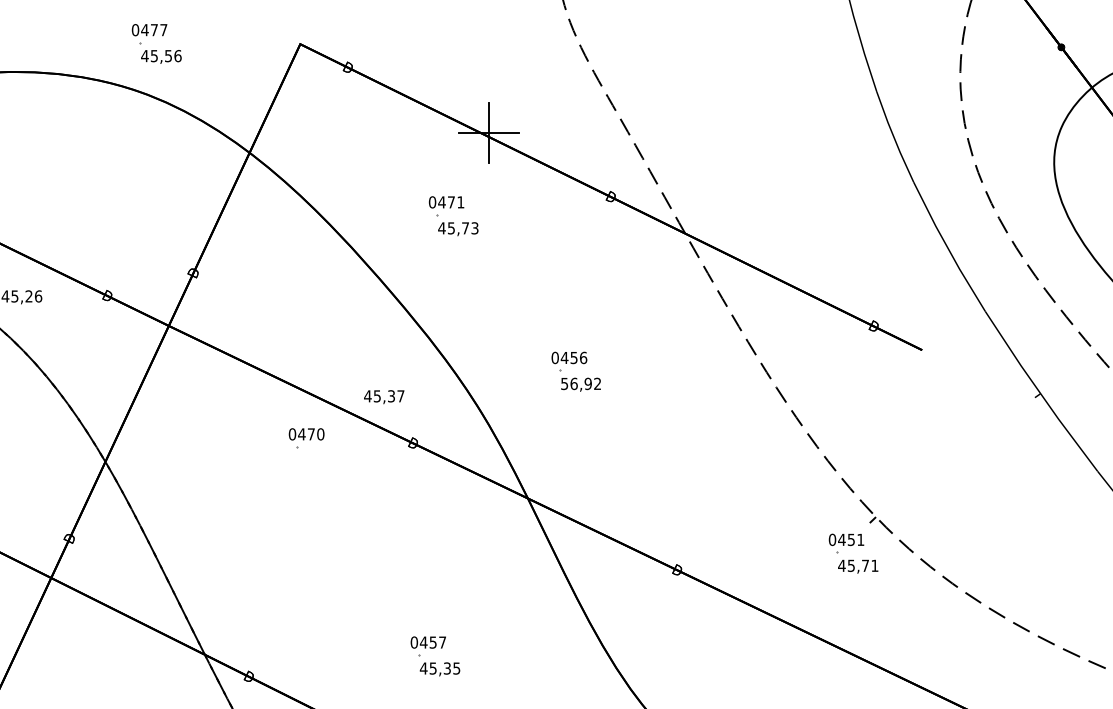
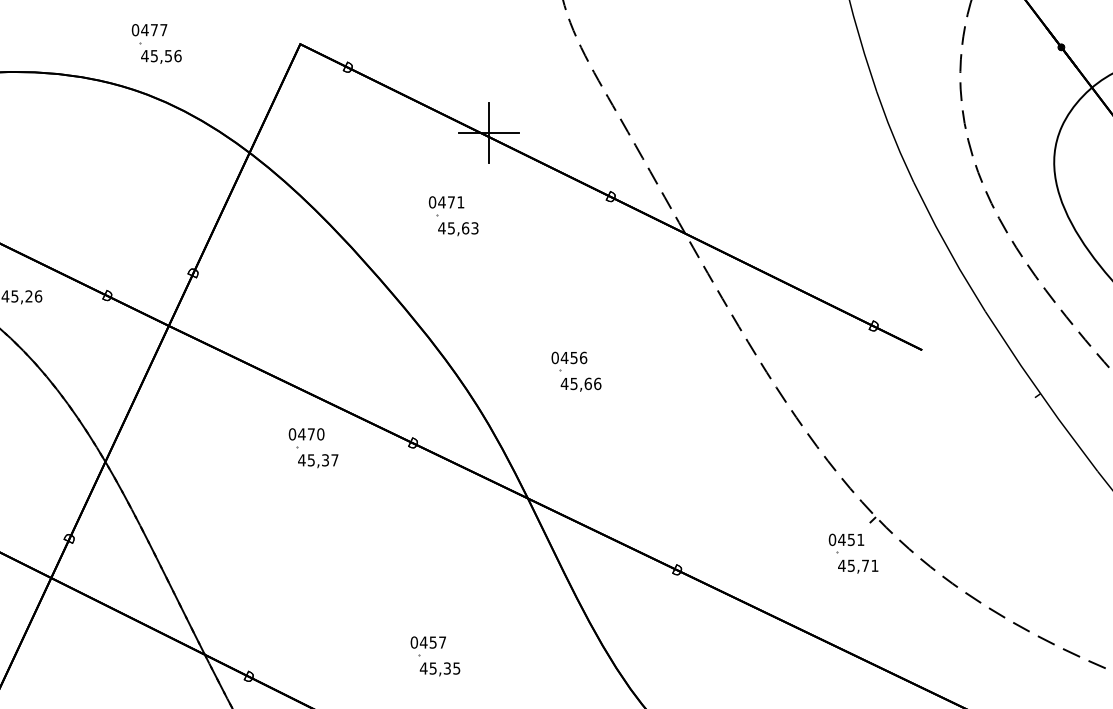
text at (465, 228): 45,73 -> 45,63
text at (580, 383): 56,92 -> 45,66
text at (384, 397) position: (384, 397) -> (318, 461)
